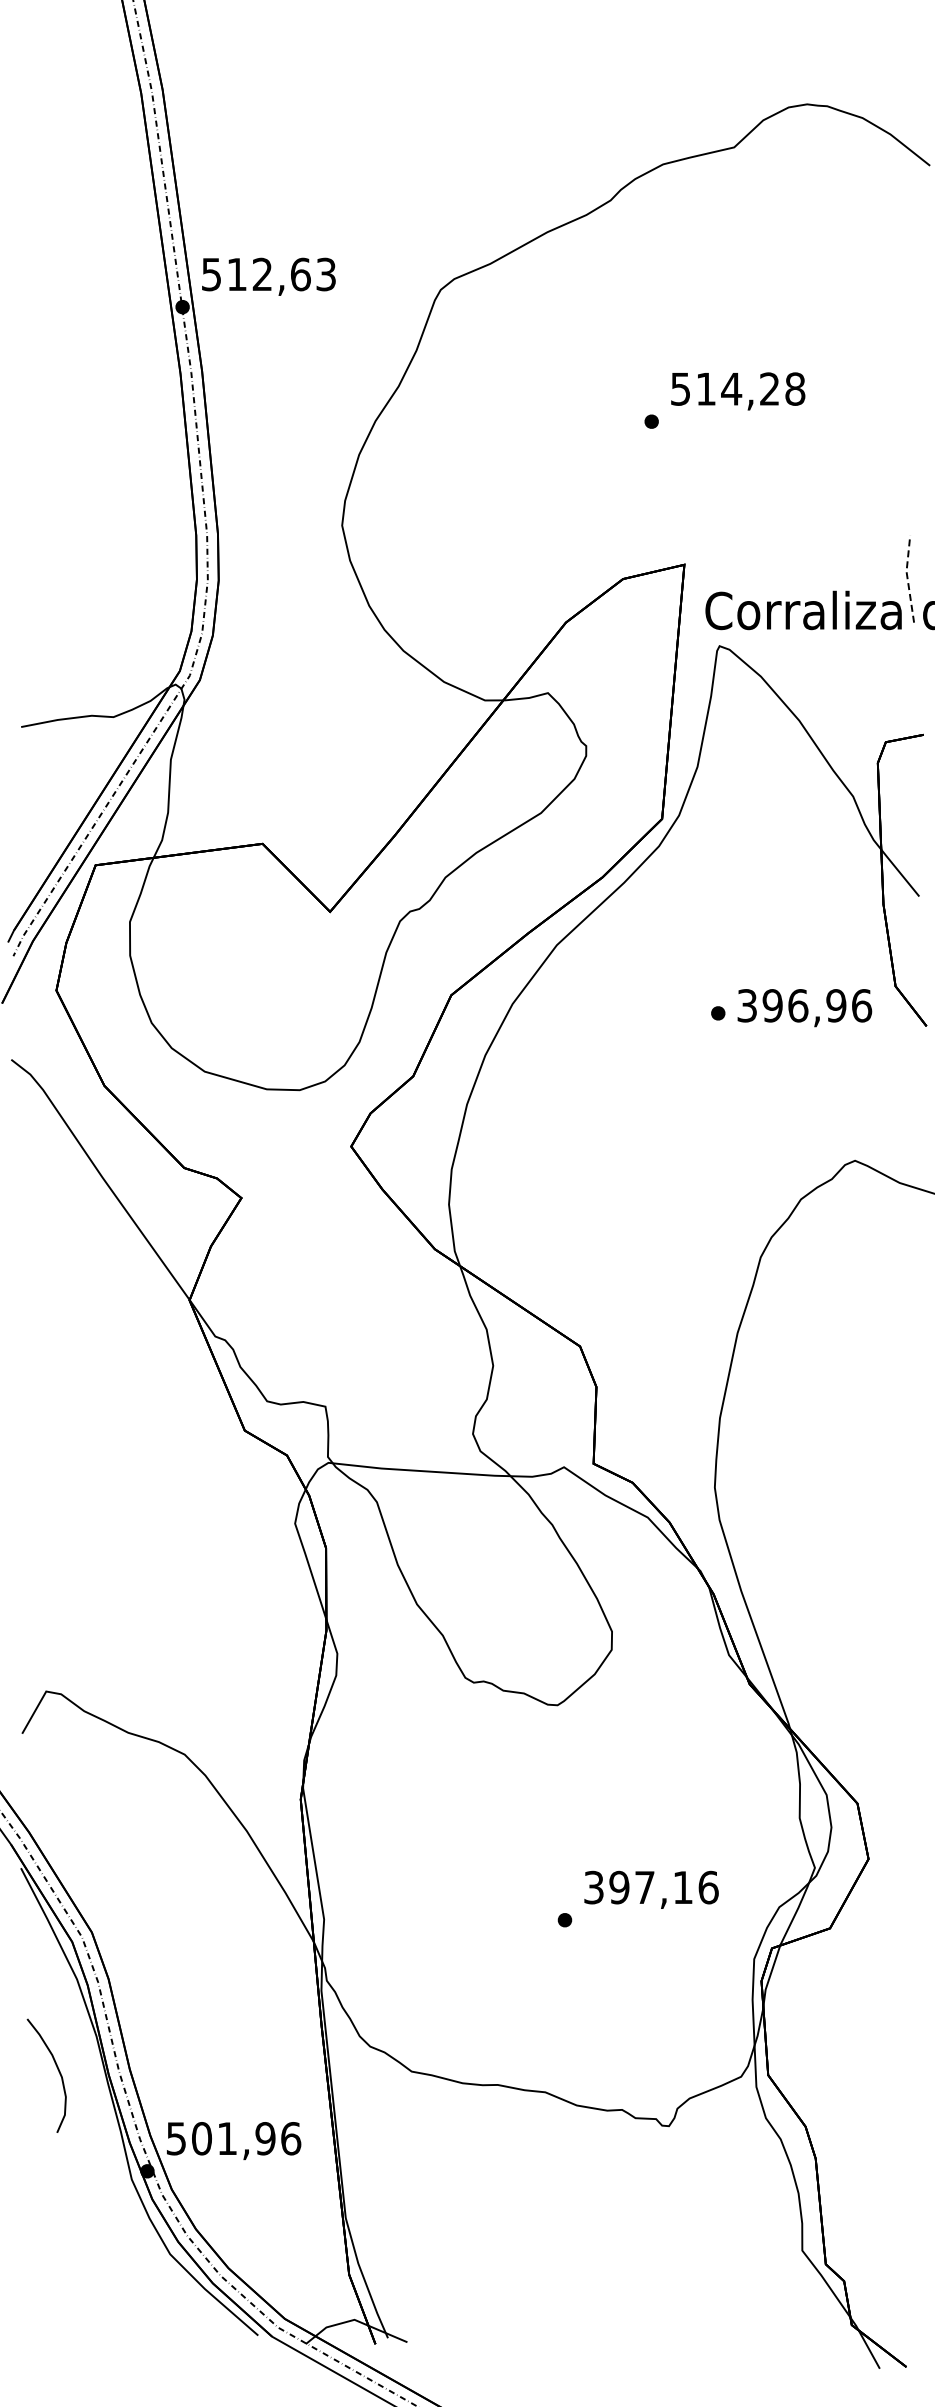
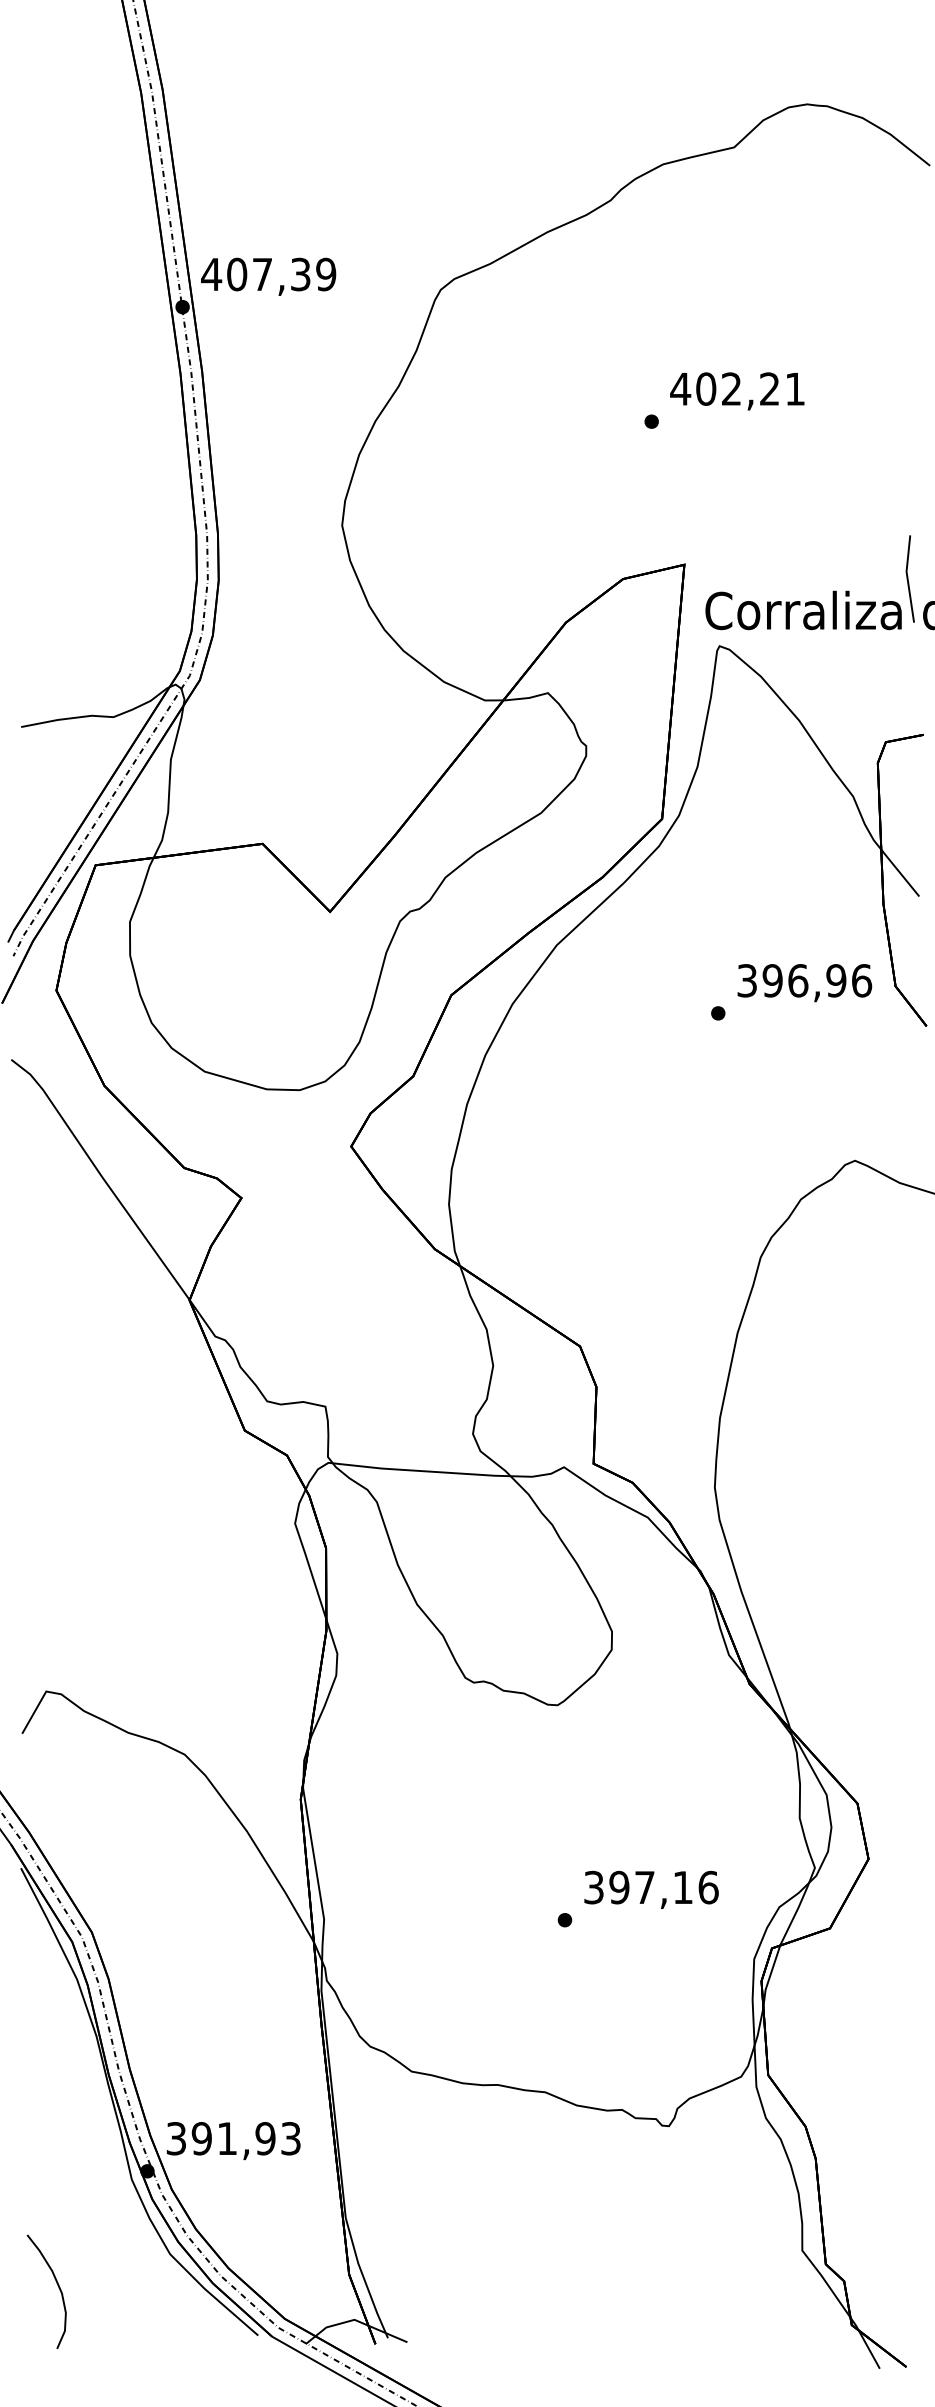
text at (268, 274): 512,63 -> 407,39
text at (737, 388): 514,28 -> 402,21
line at (907, 578): dashed -> solid
text at (804, 1008) position: (804, 1008) -> (804, 983)
curve at (58, 2072) position: (58, 2072) -> (58, 2288)
text at (234, 2138): 501,96 -> 391,93
